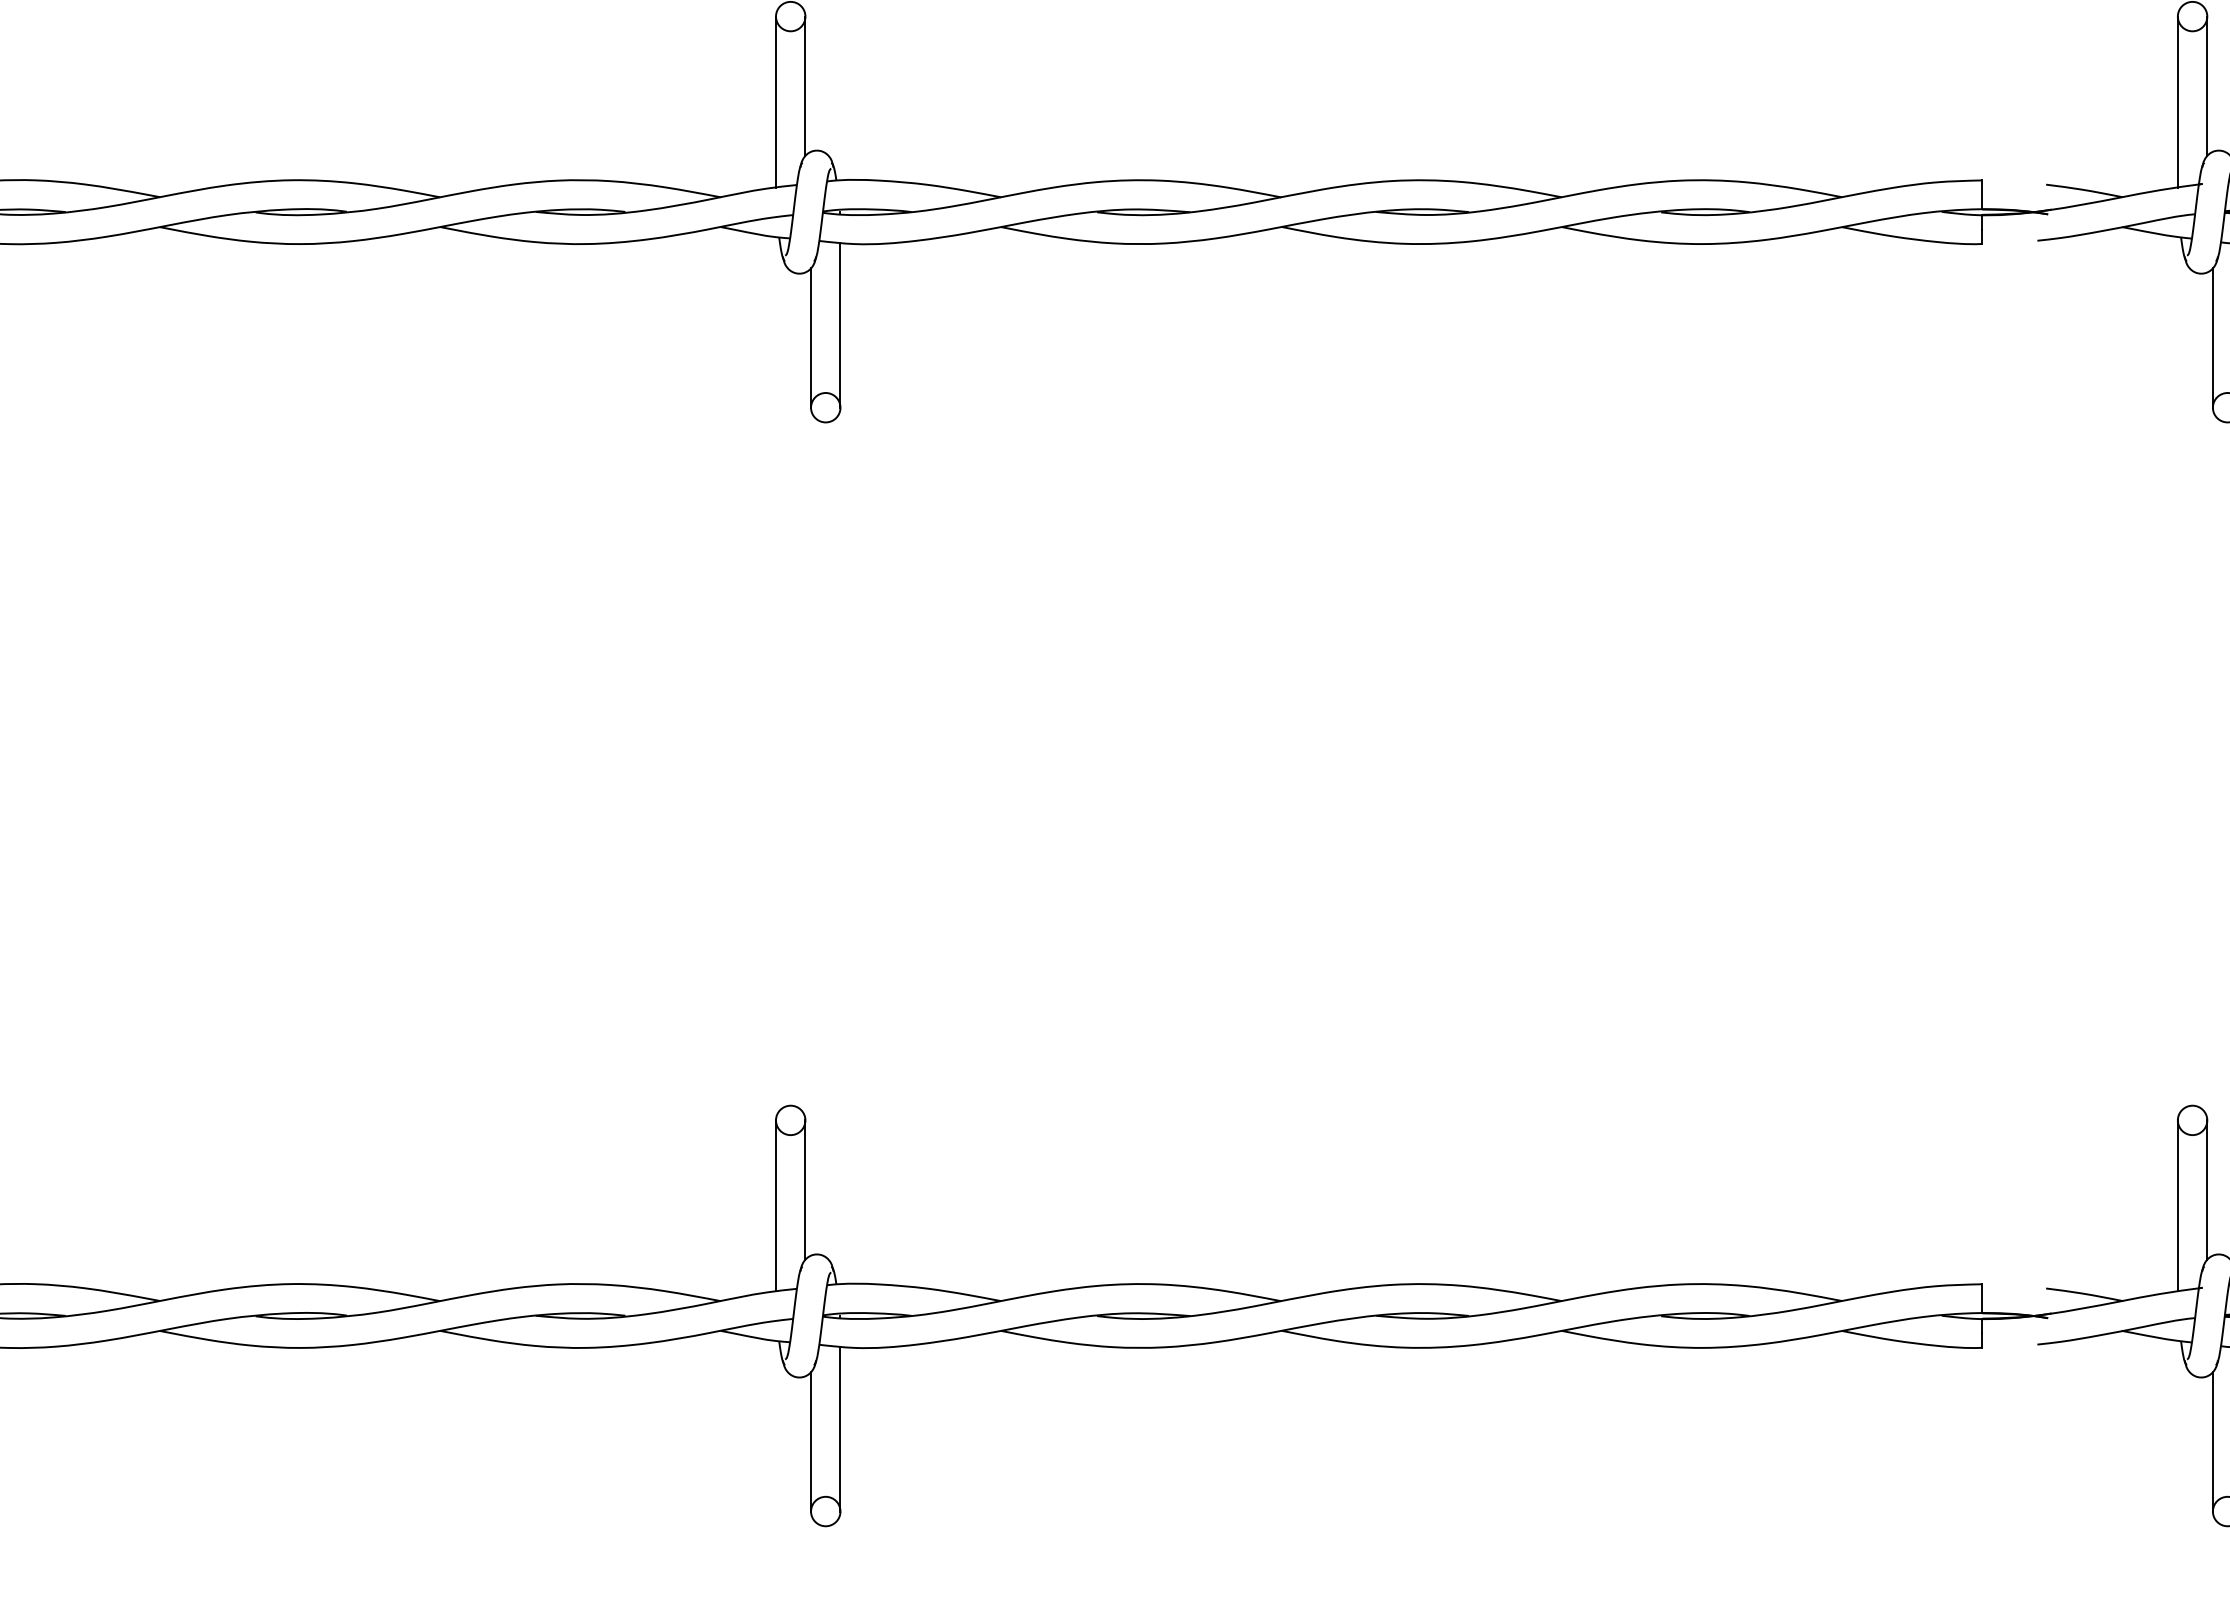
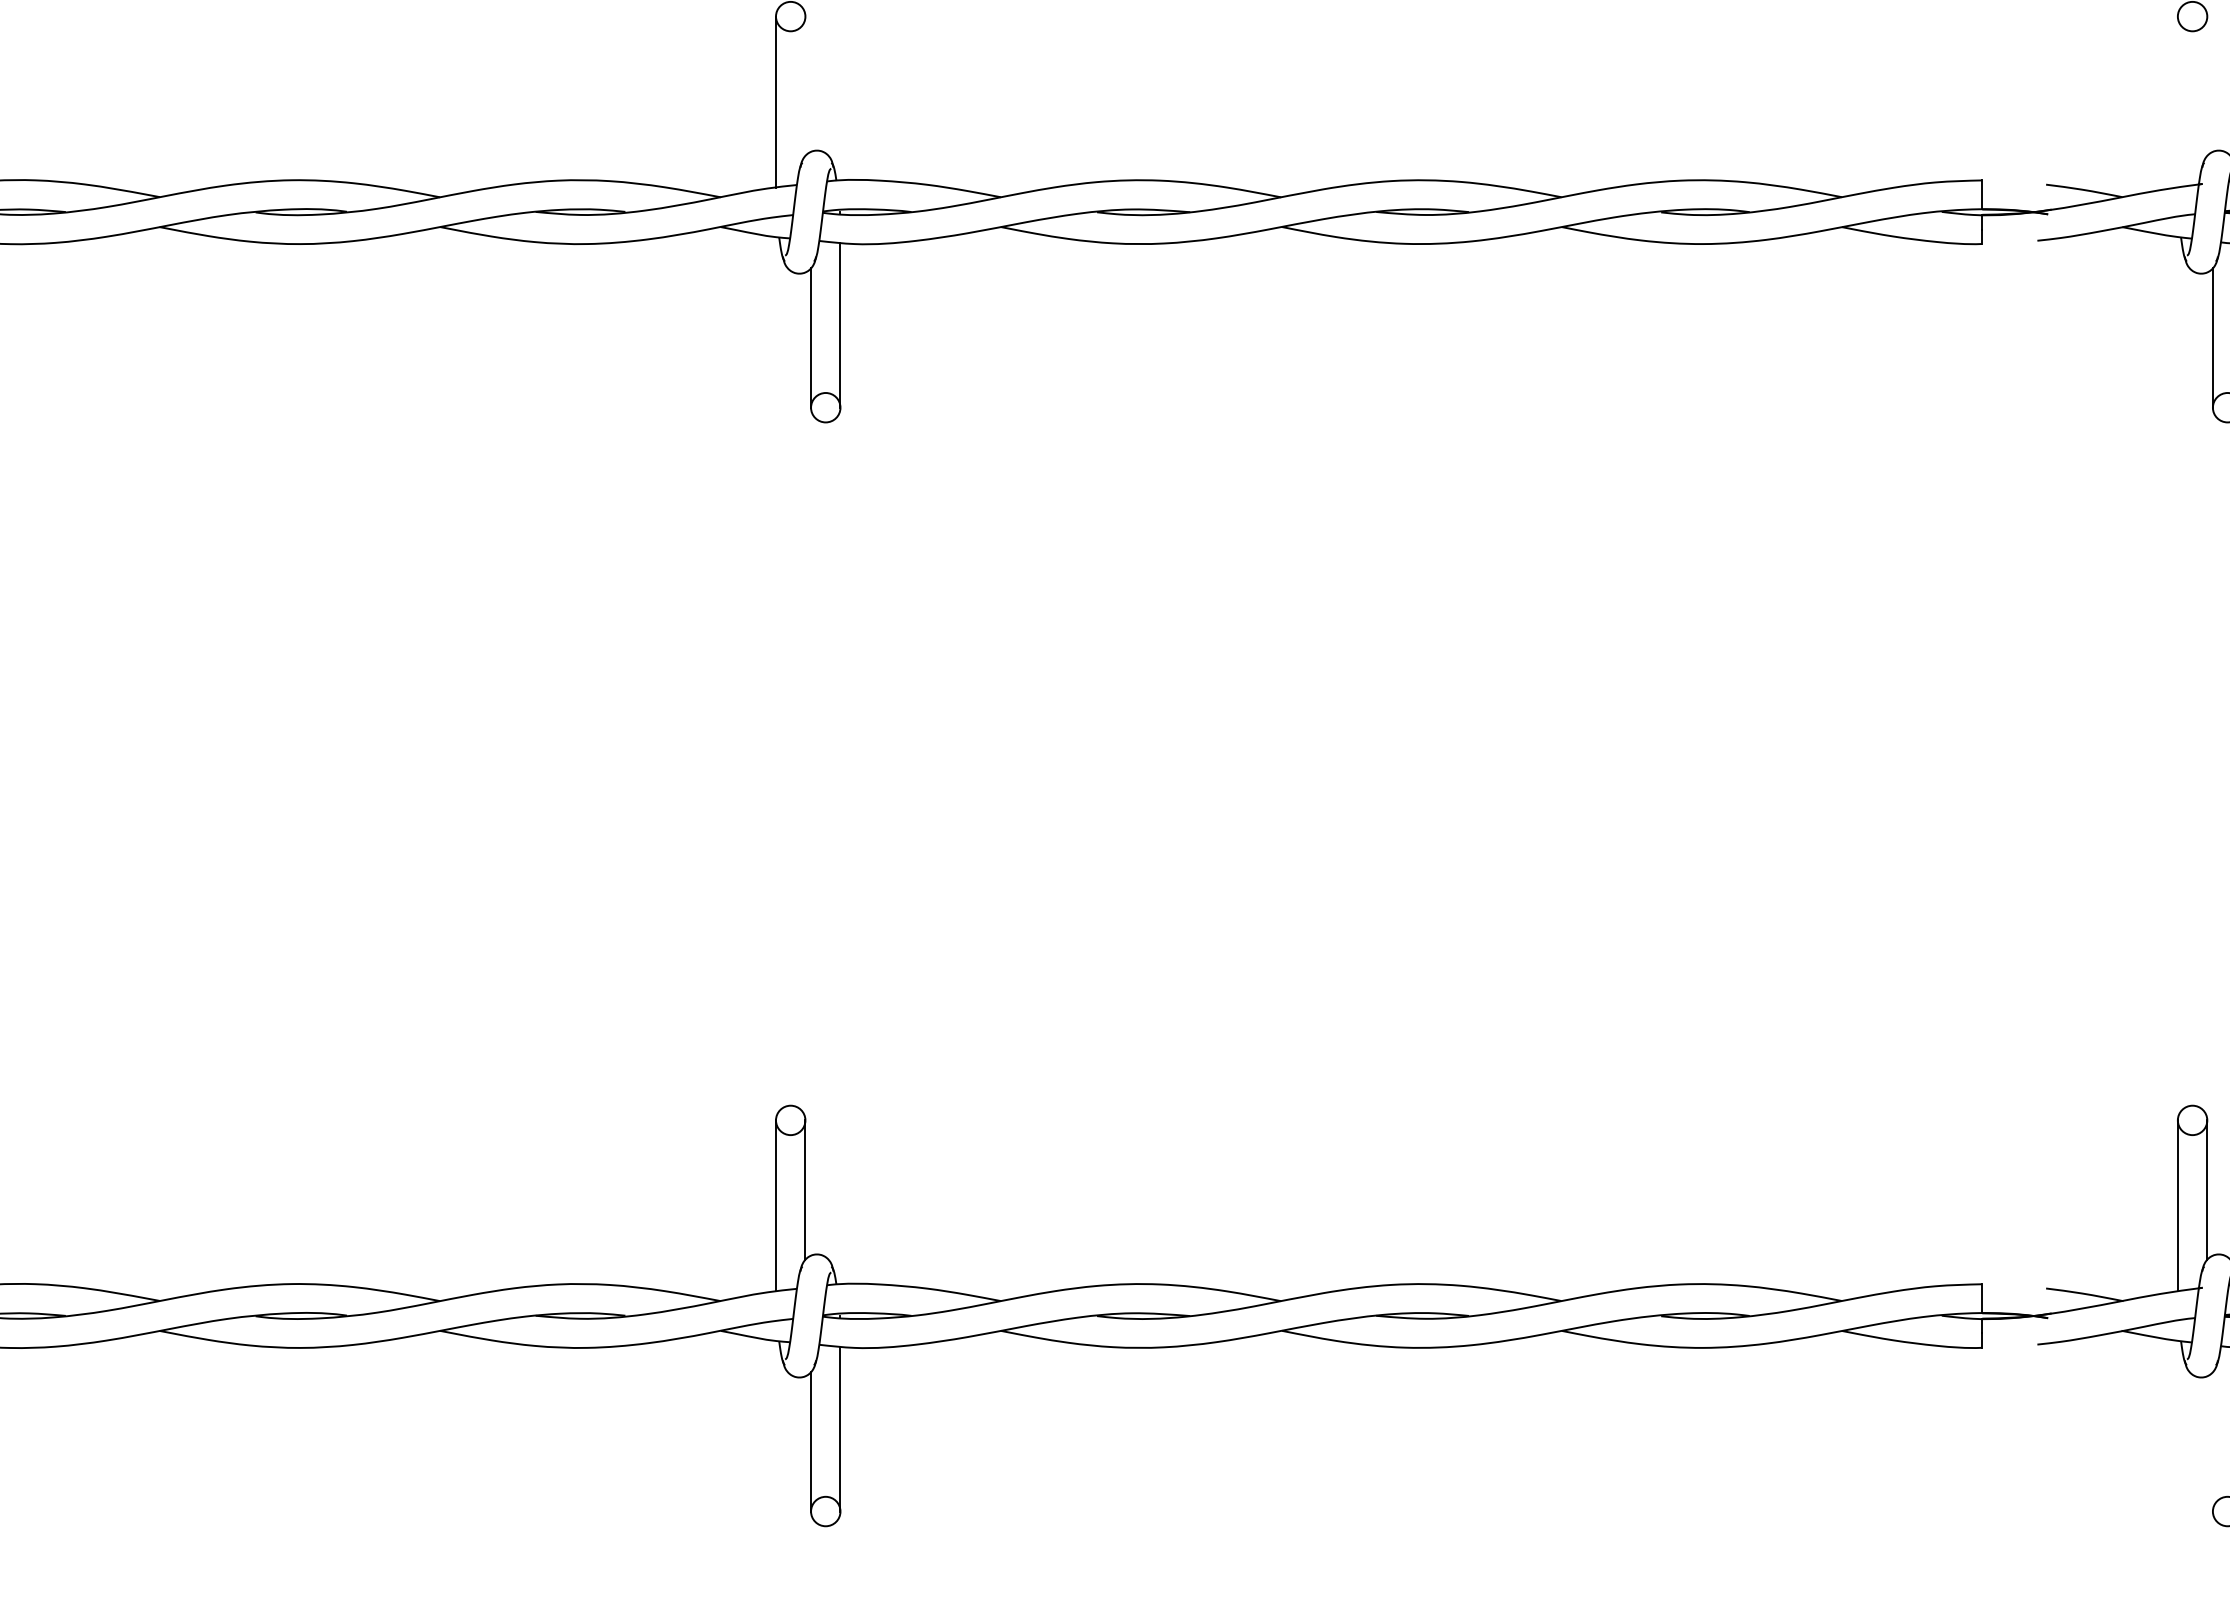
line at (805, 86): present -> none
line at (2207, 86): present -> none
line at (2177, 101): present -> none
line at (2212, 1441): present -> none
